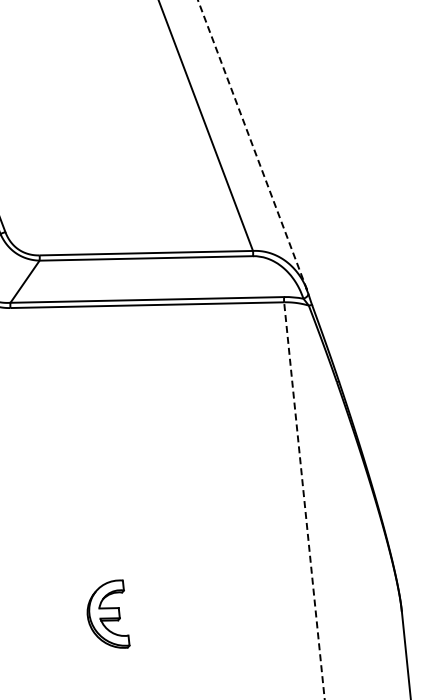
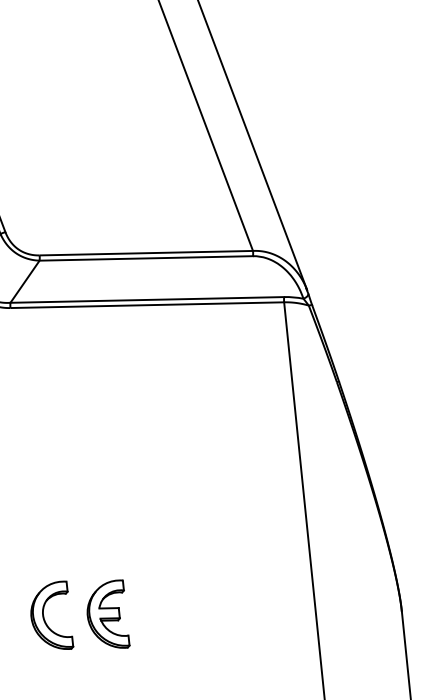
line at (252, 145): dashed -> solid
line at (304, 500): dashed -> solid
part at (44, 616): none -> present
